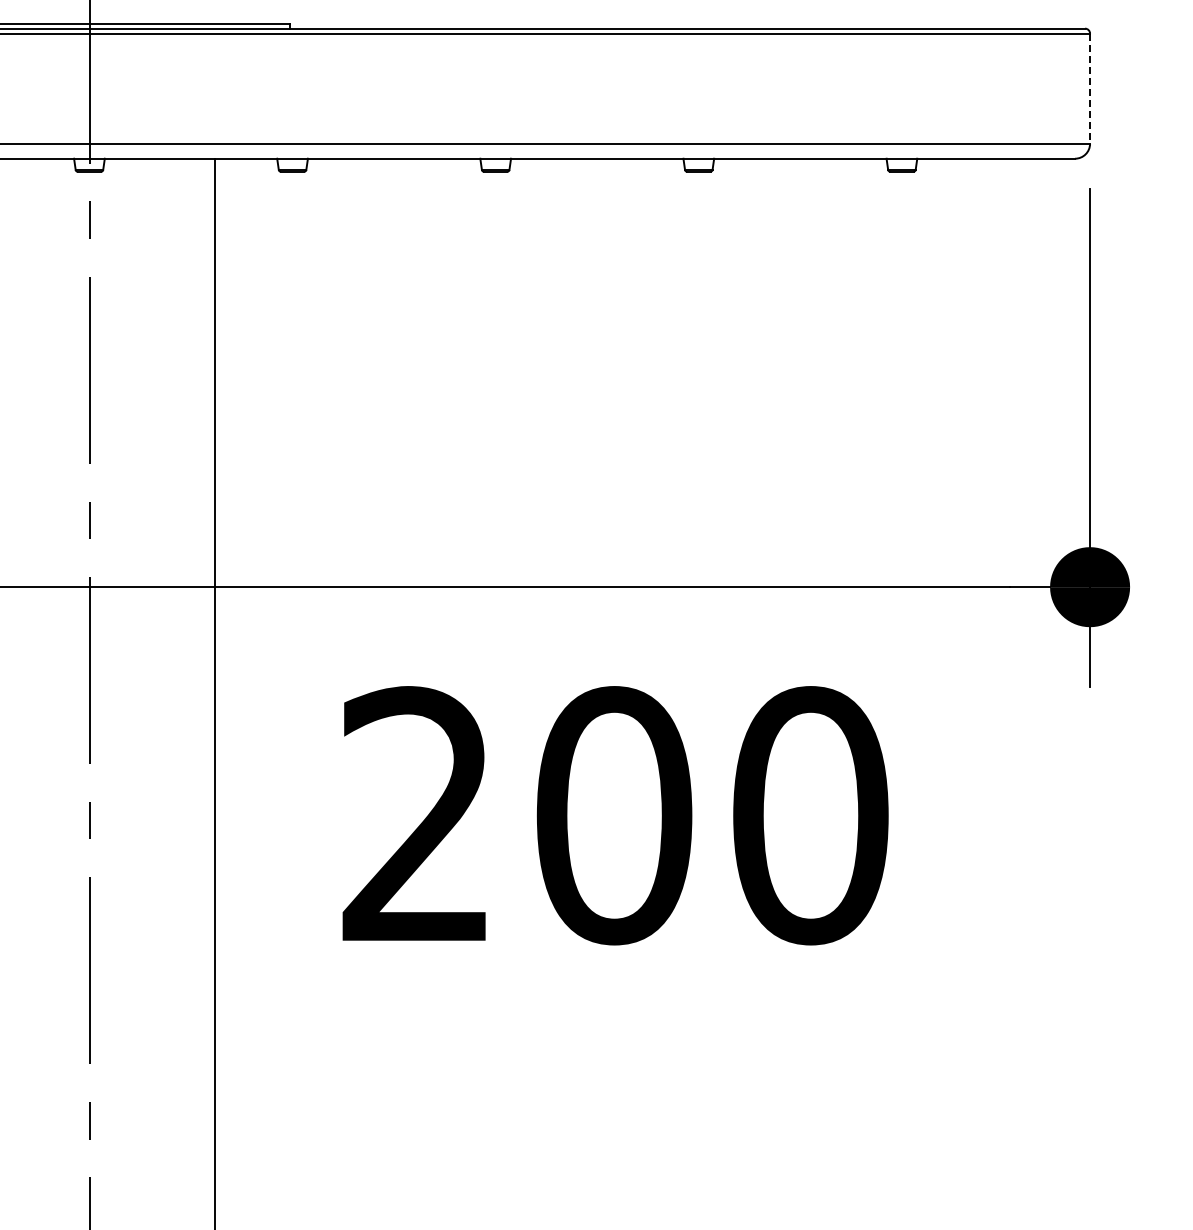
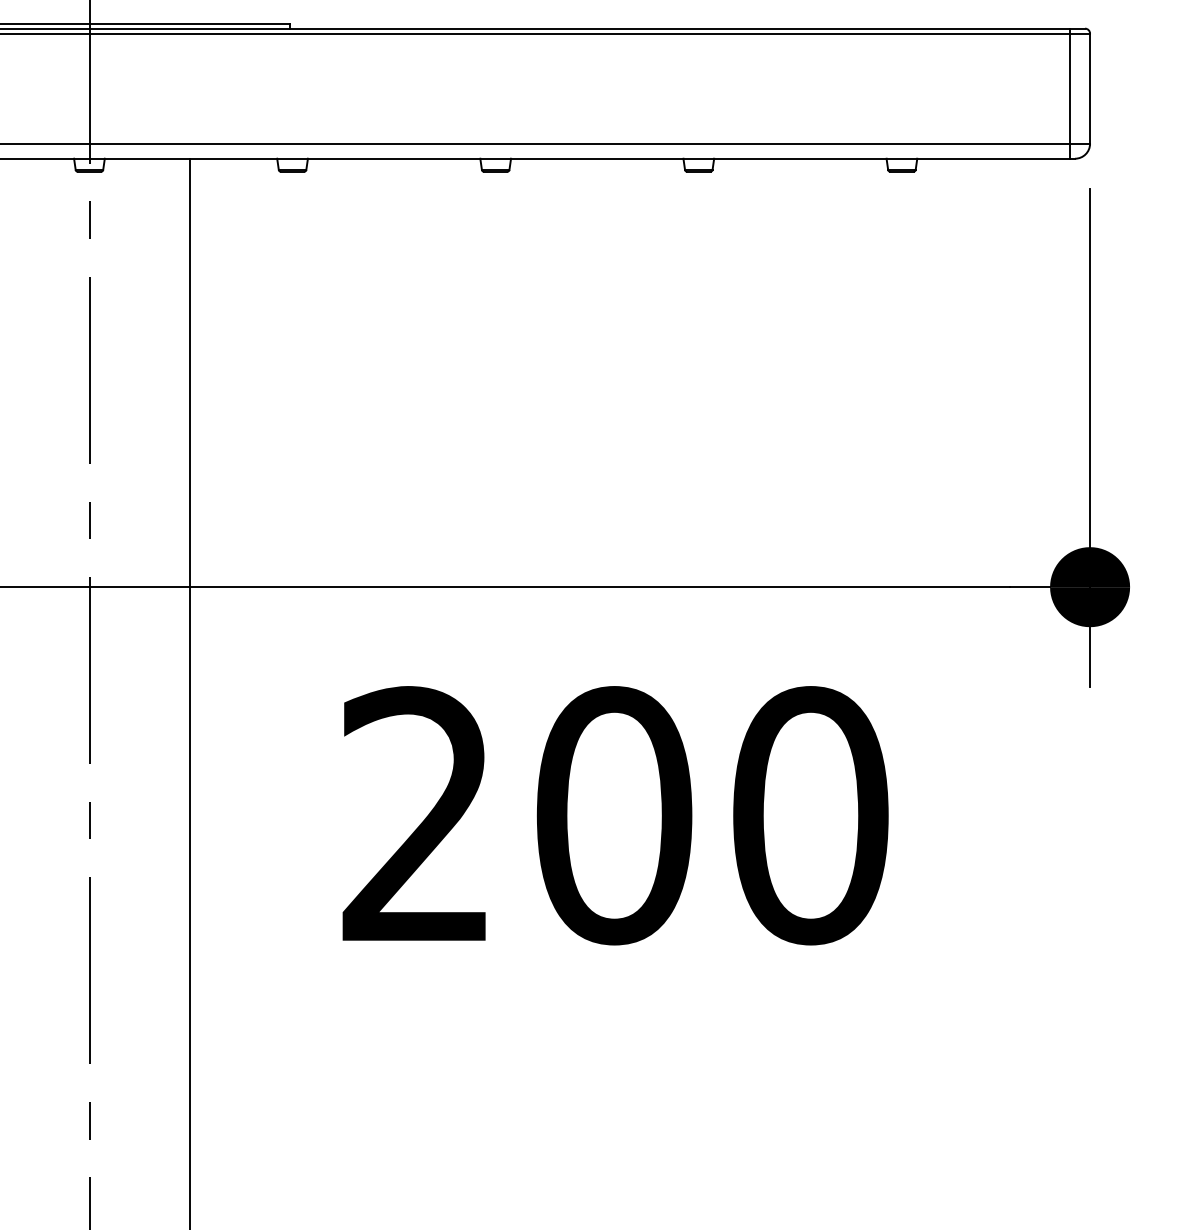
line at (1090, 89): dashed -> solid
line at (1070, 93): none -> present
line at (214, 692) position: (214, 692) -> (189, 692)
